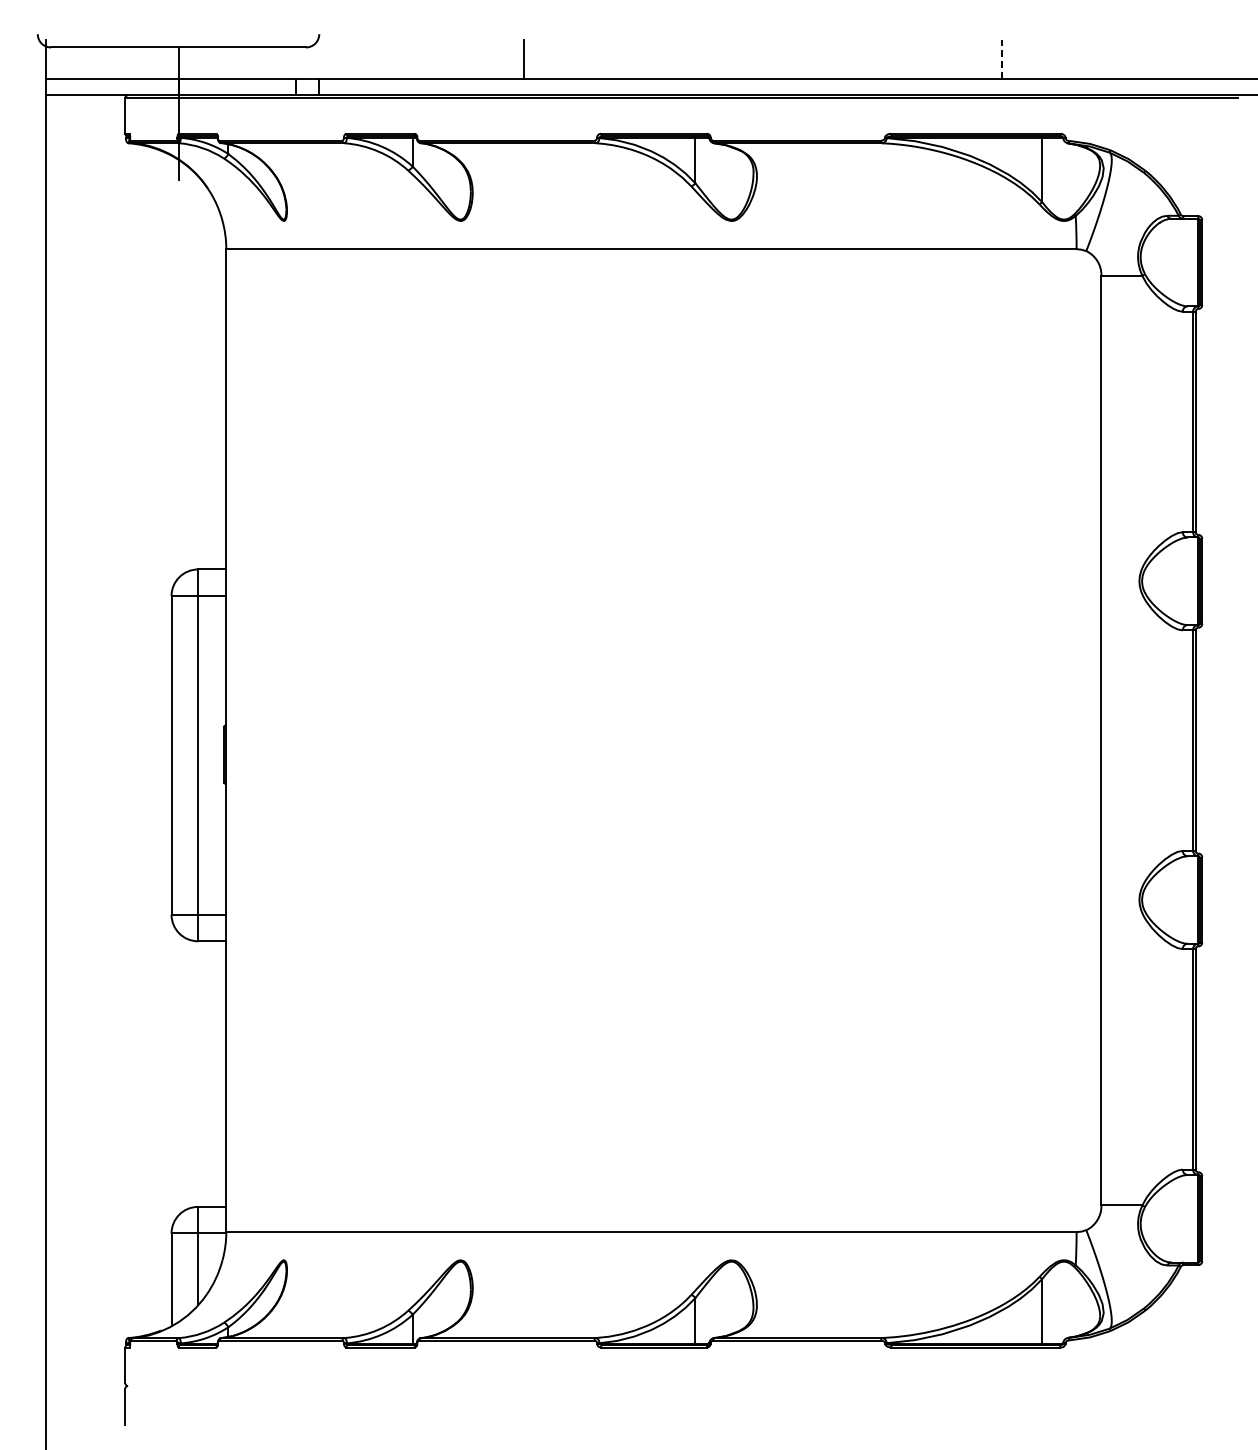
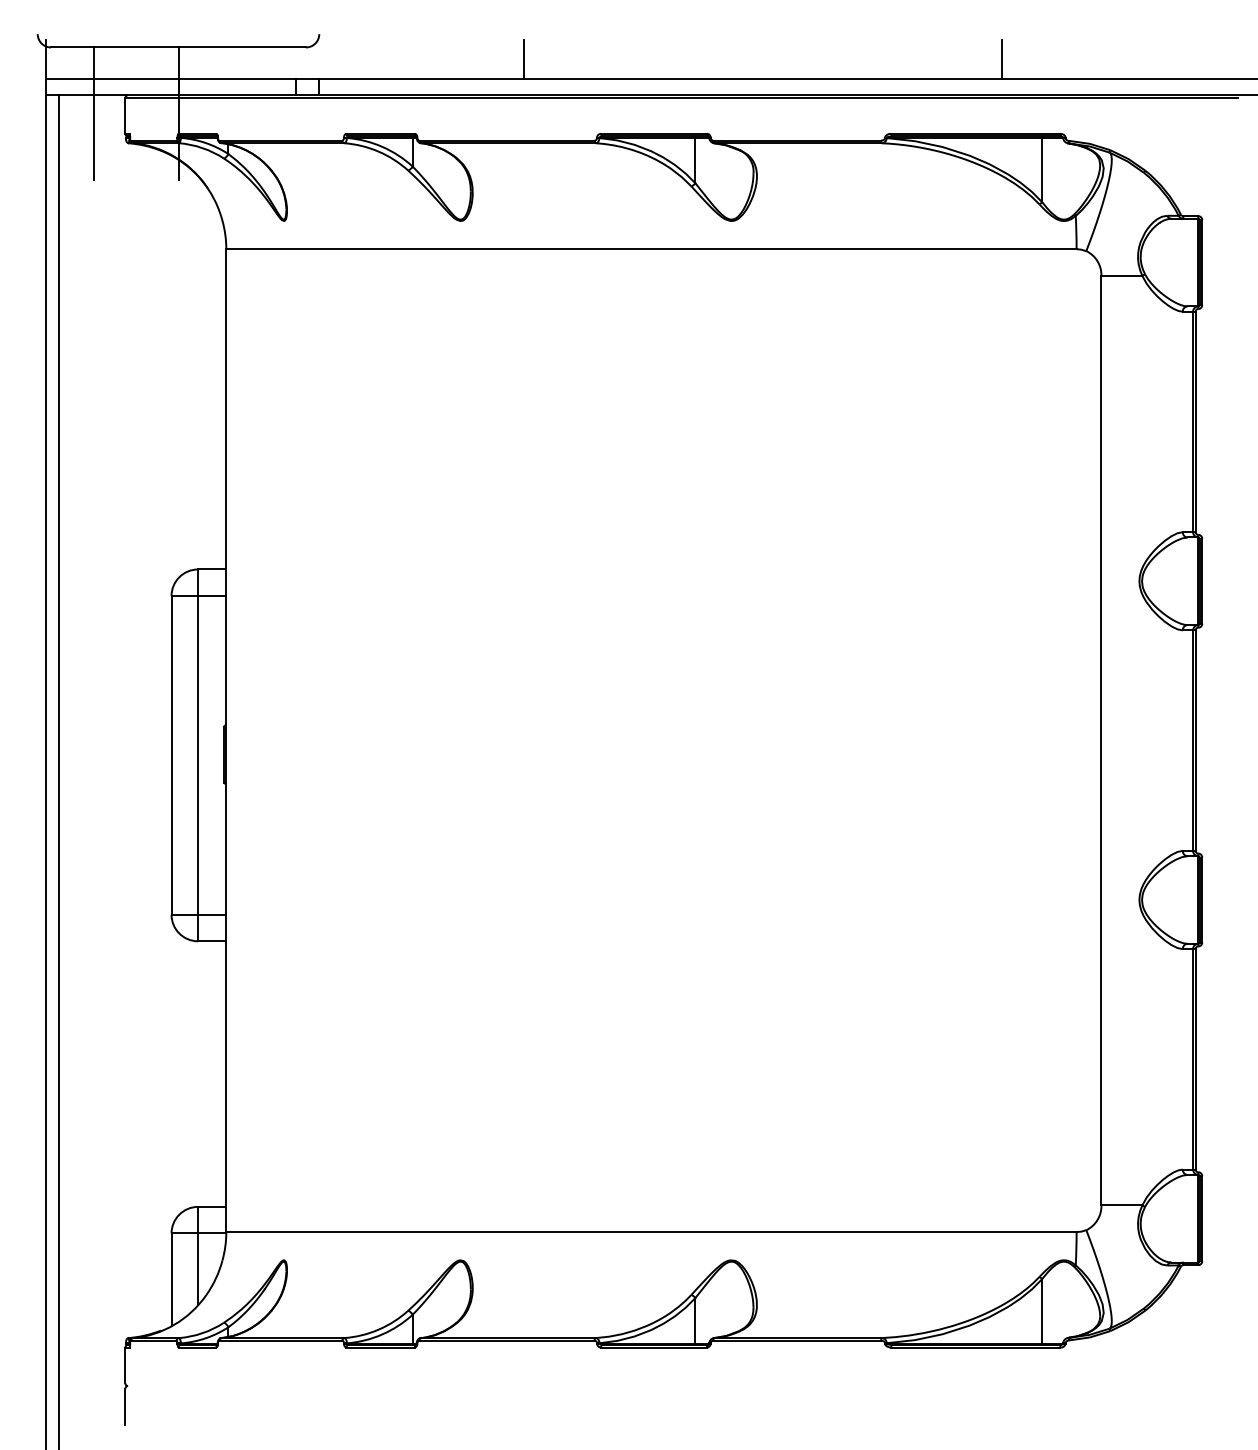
line at (1001, 59): dashed -> solid
line at (93, 113): none -> present
line at (59, 770): none -> present
